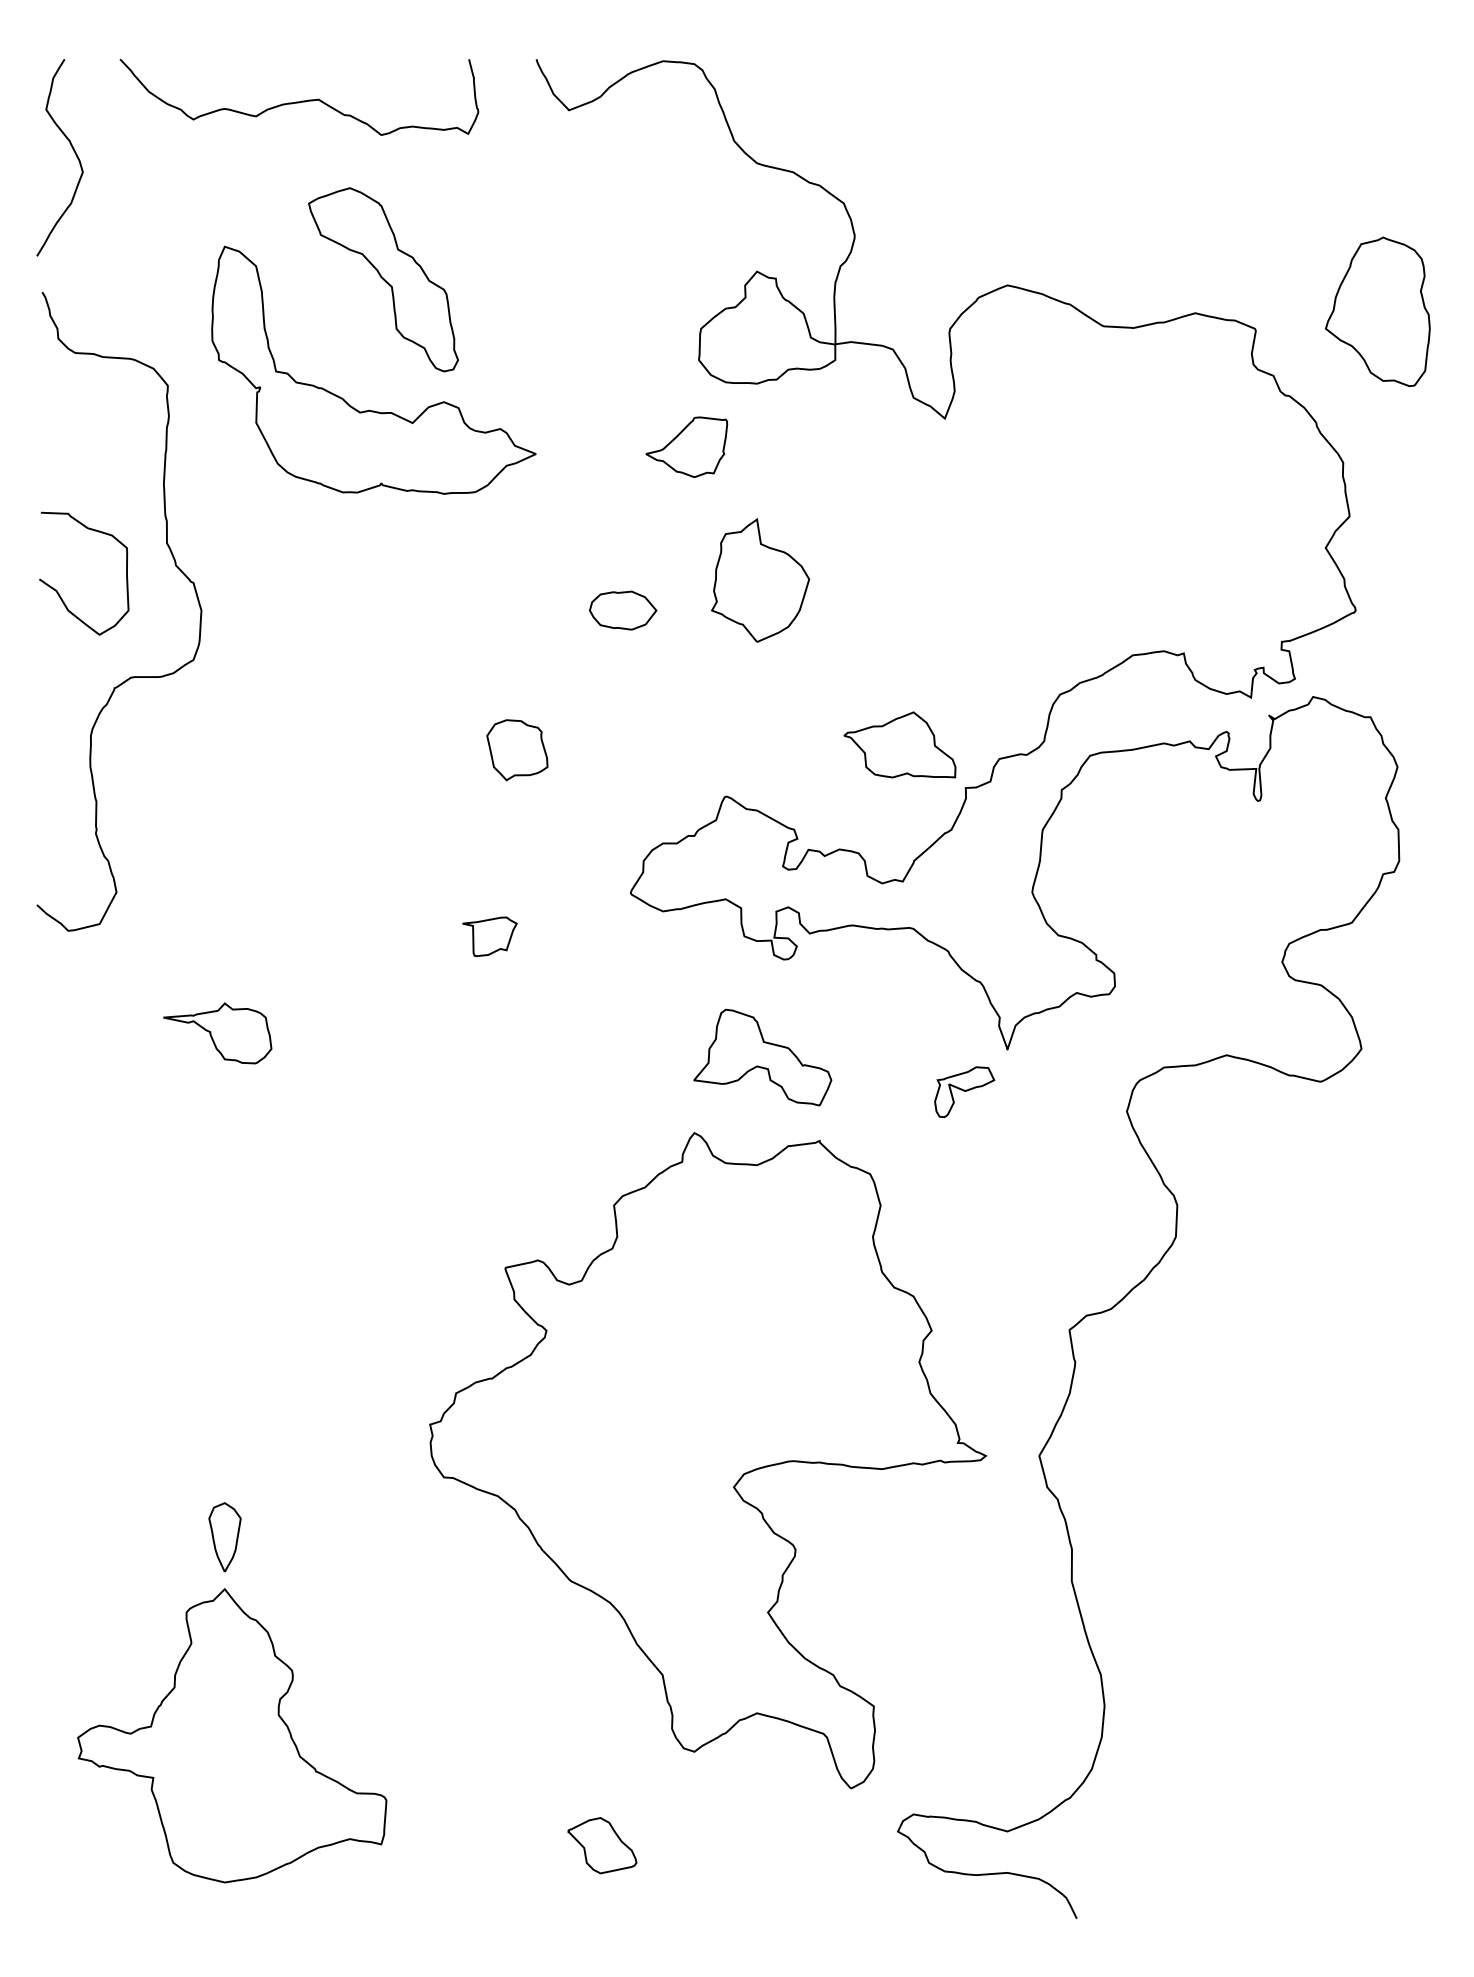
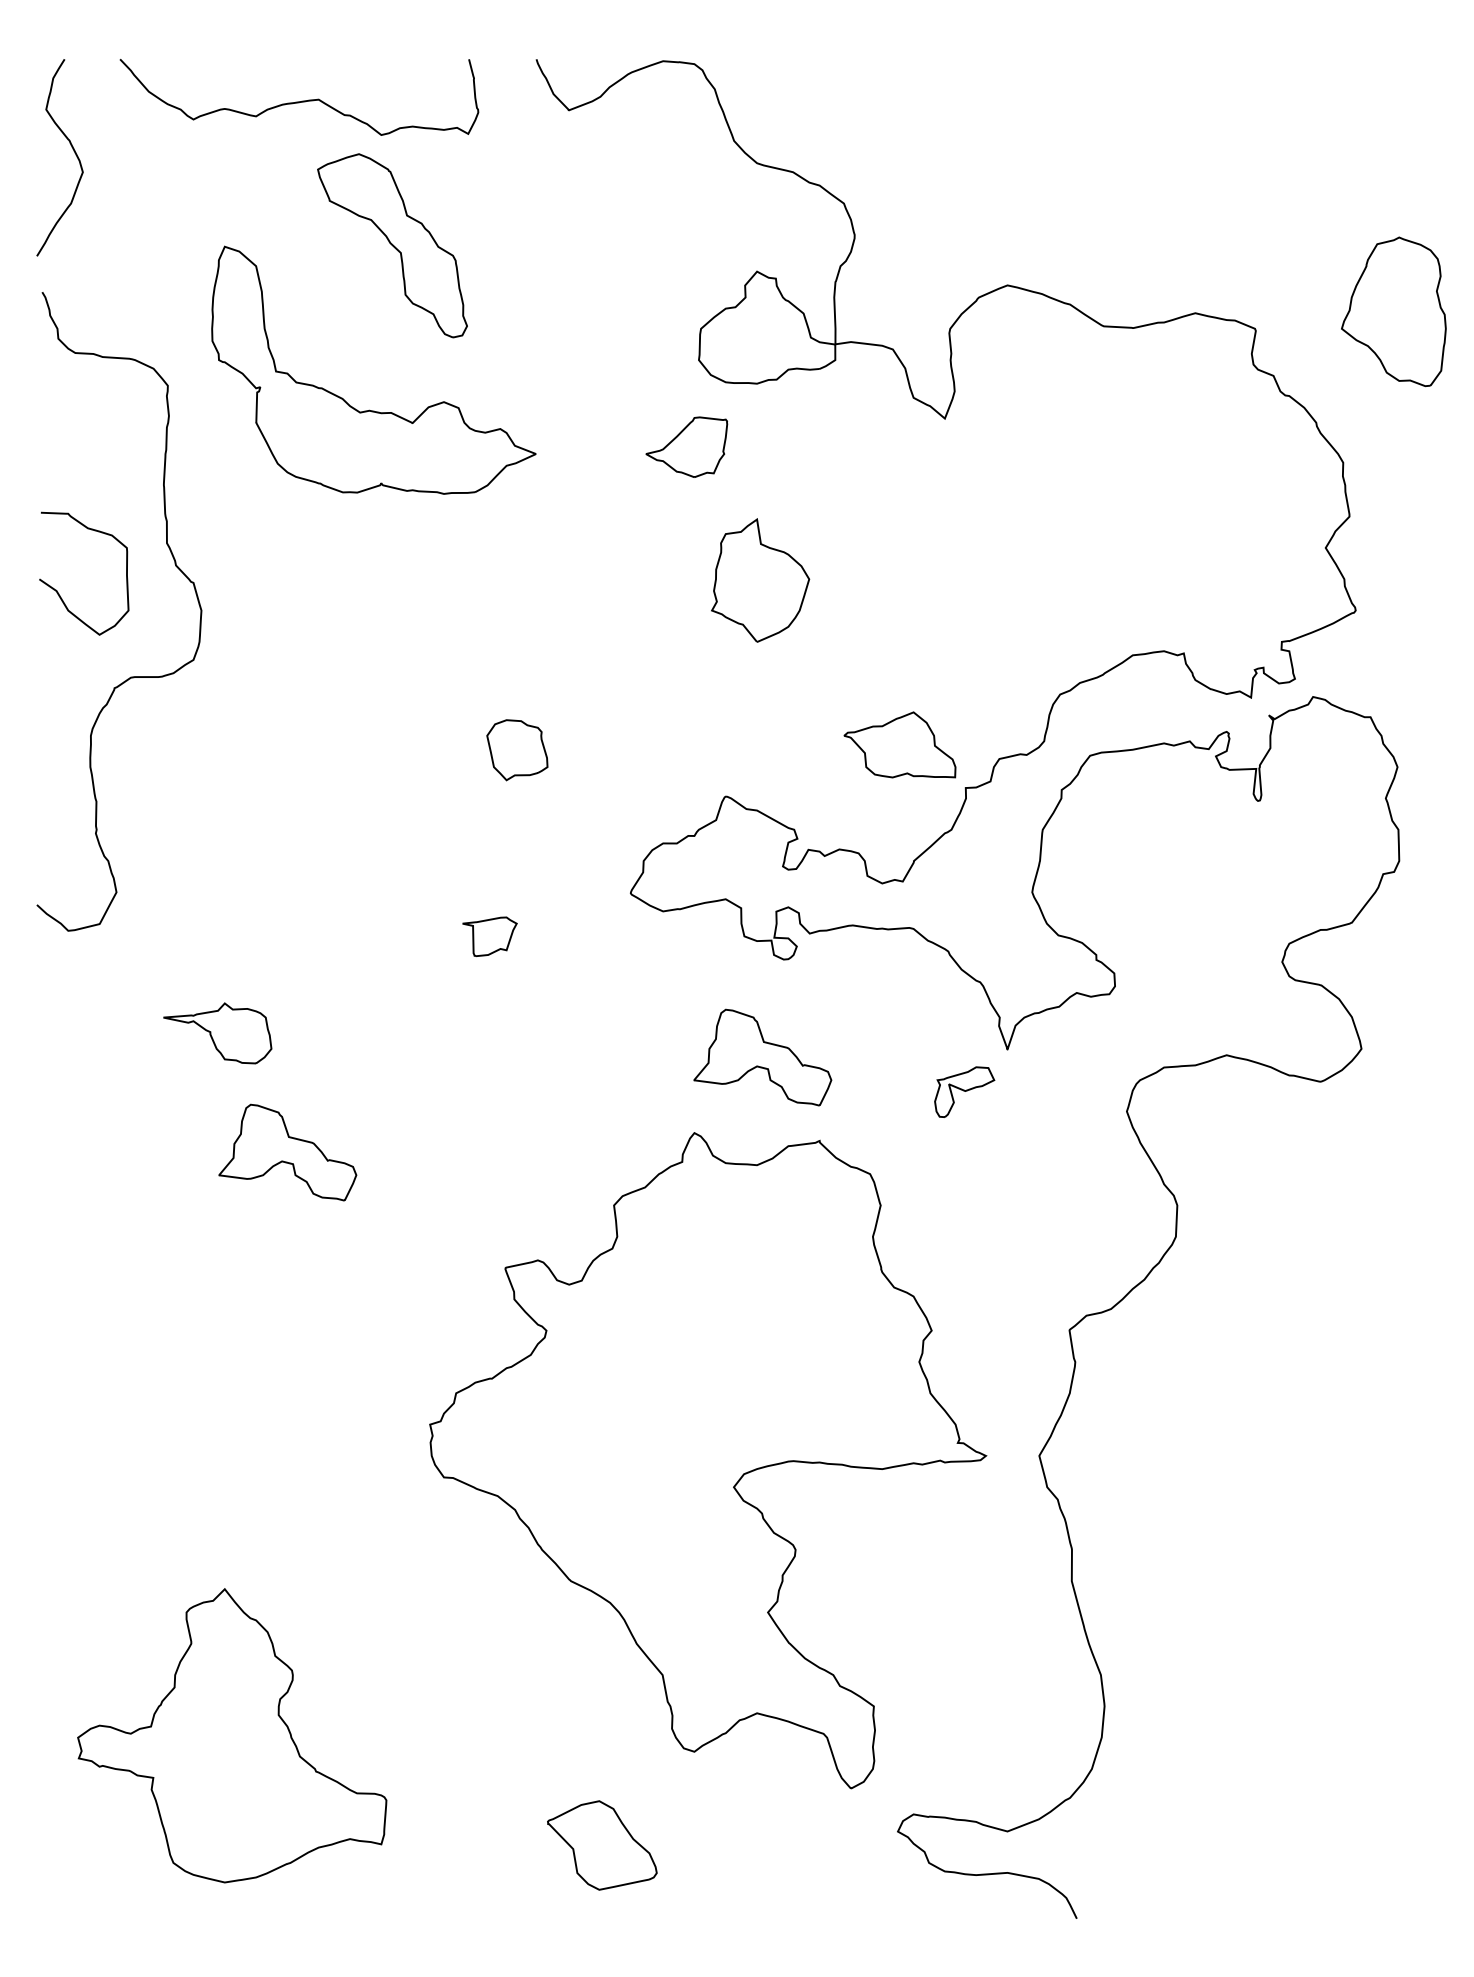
part at (383, 279) position: (383, 279) -> (392, 245)
part at (1377, 311) position: (1377, 311) -> (1393, 311)
part at (623, 610): present -> none
part at (287, 1152): none -> present
part at (224, 1537): present -> none
part at (602, 1845) size: 71x58 px -> 111x91 px
